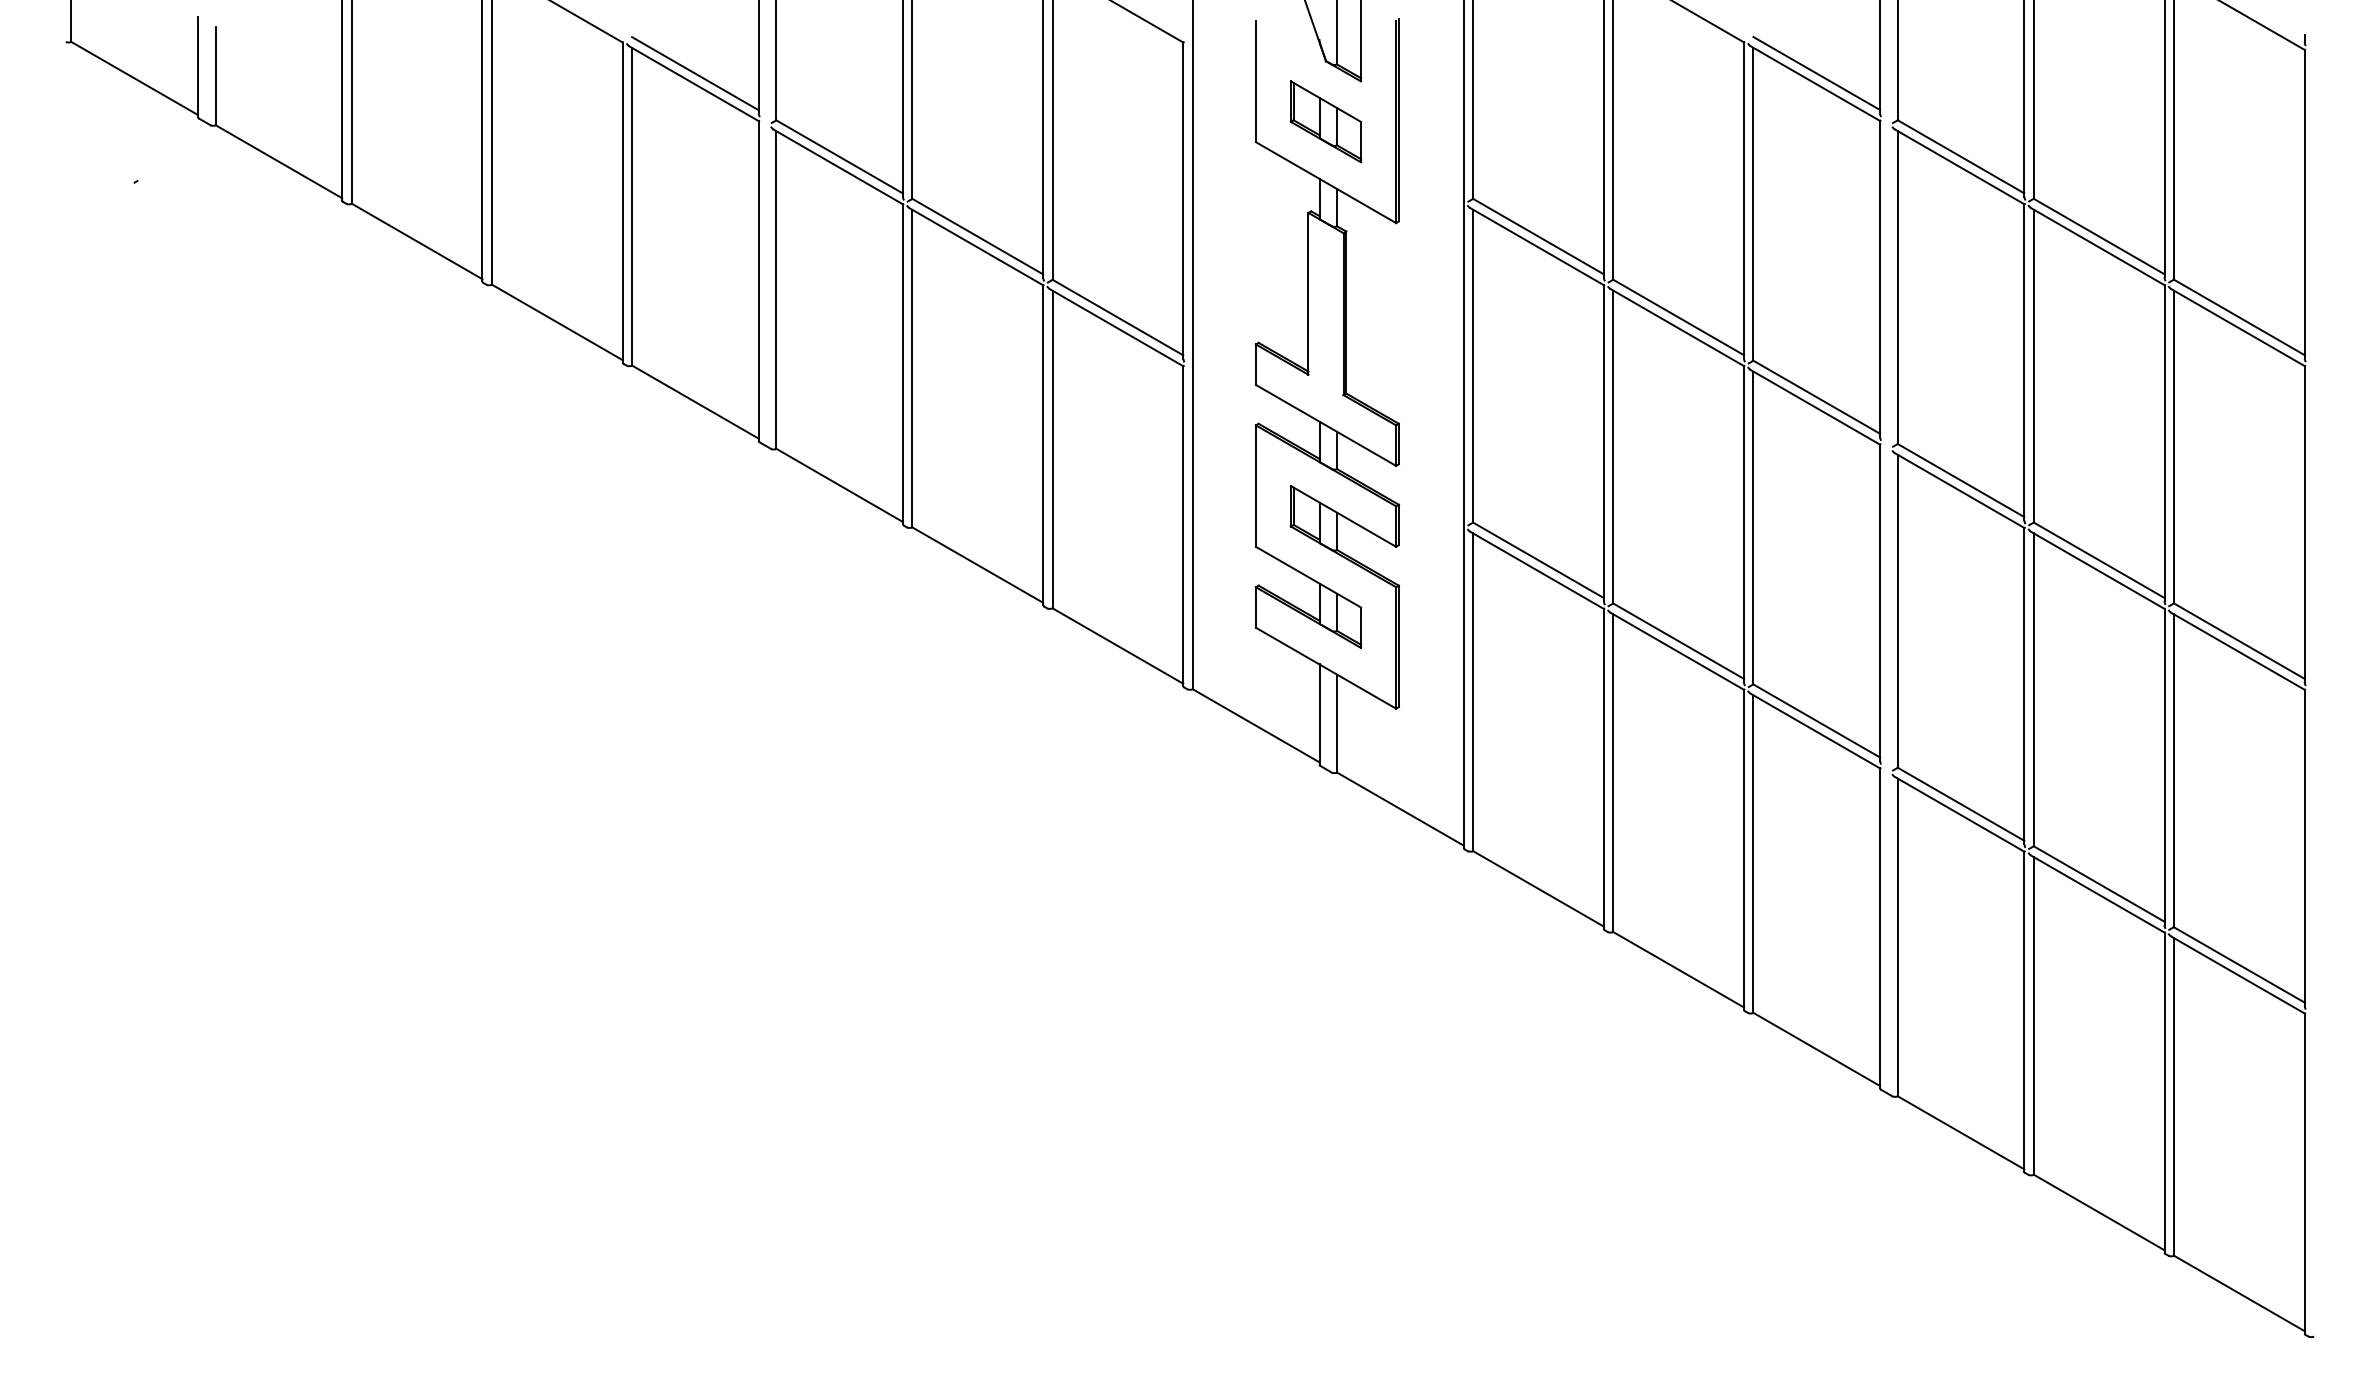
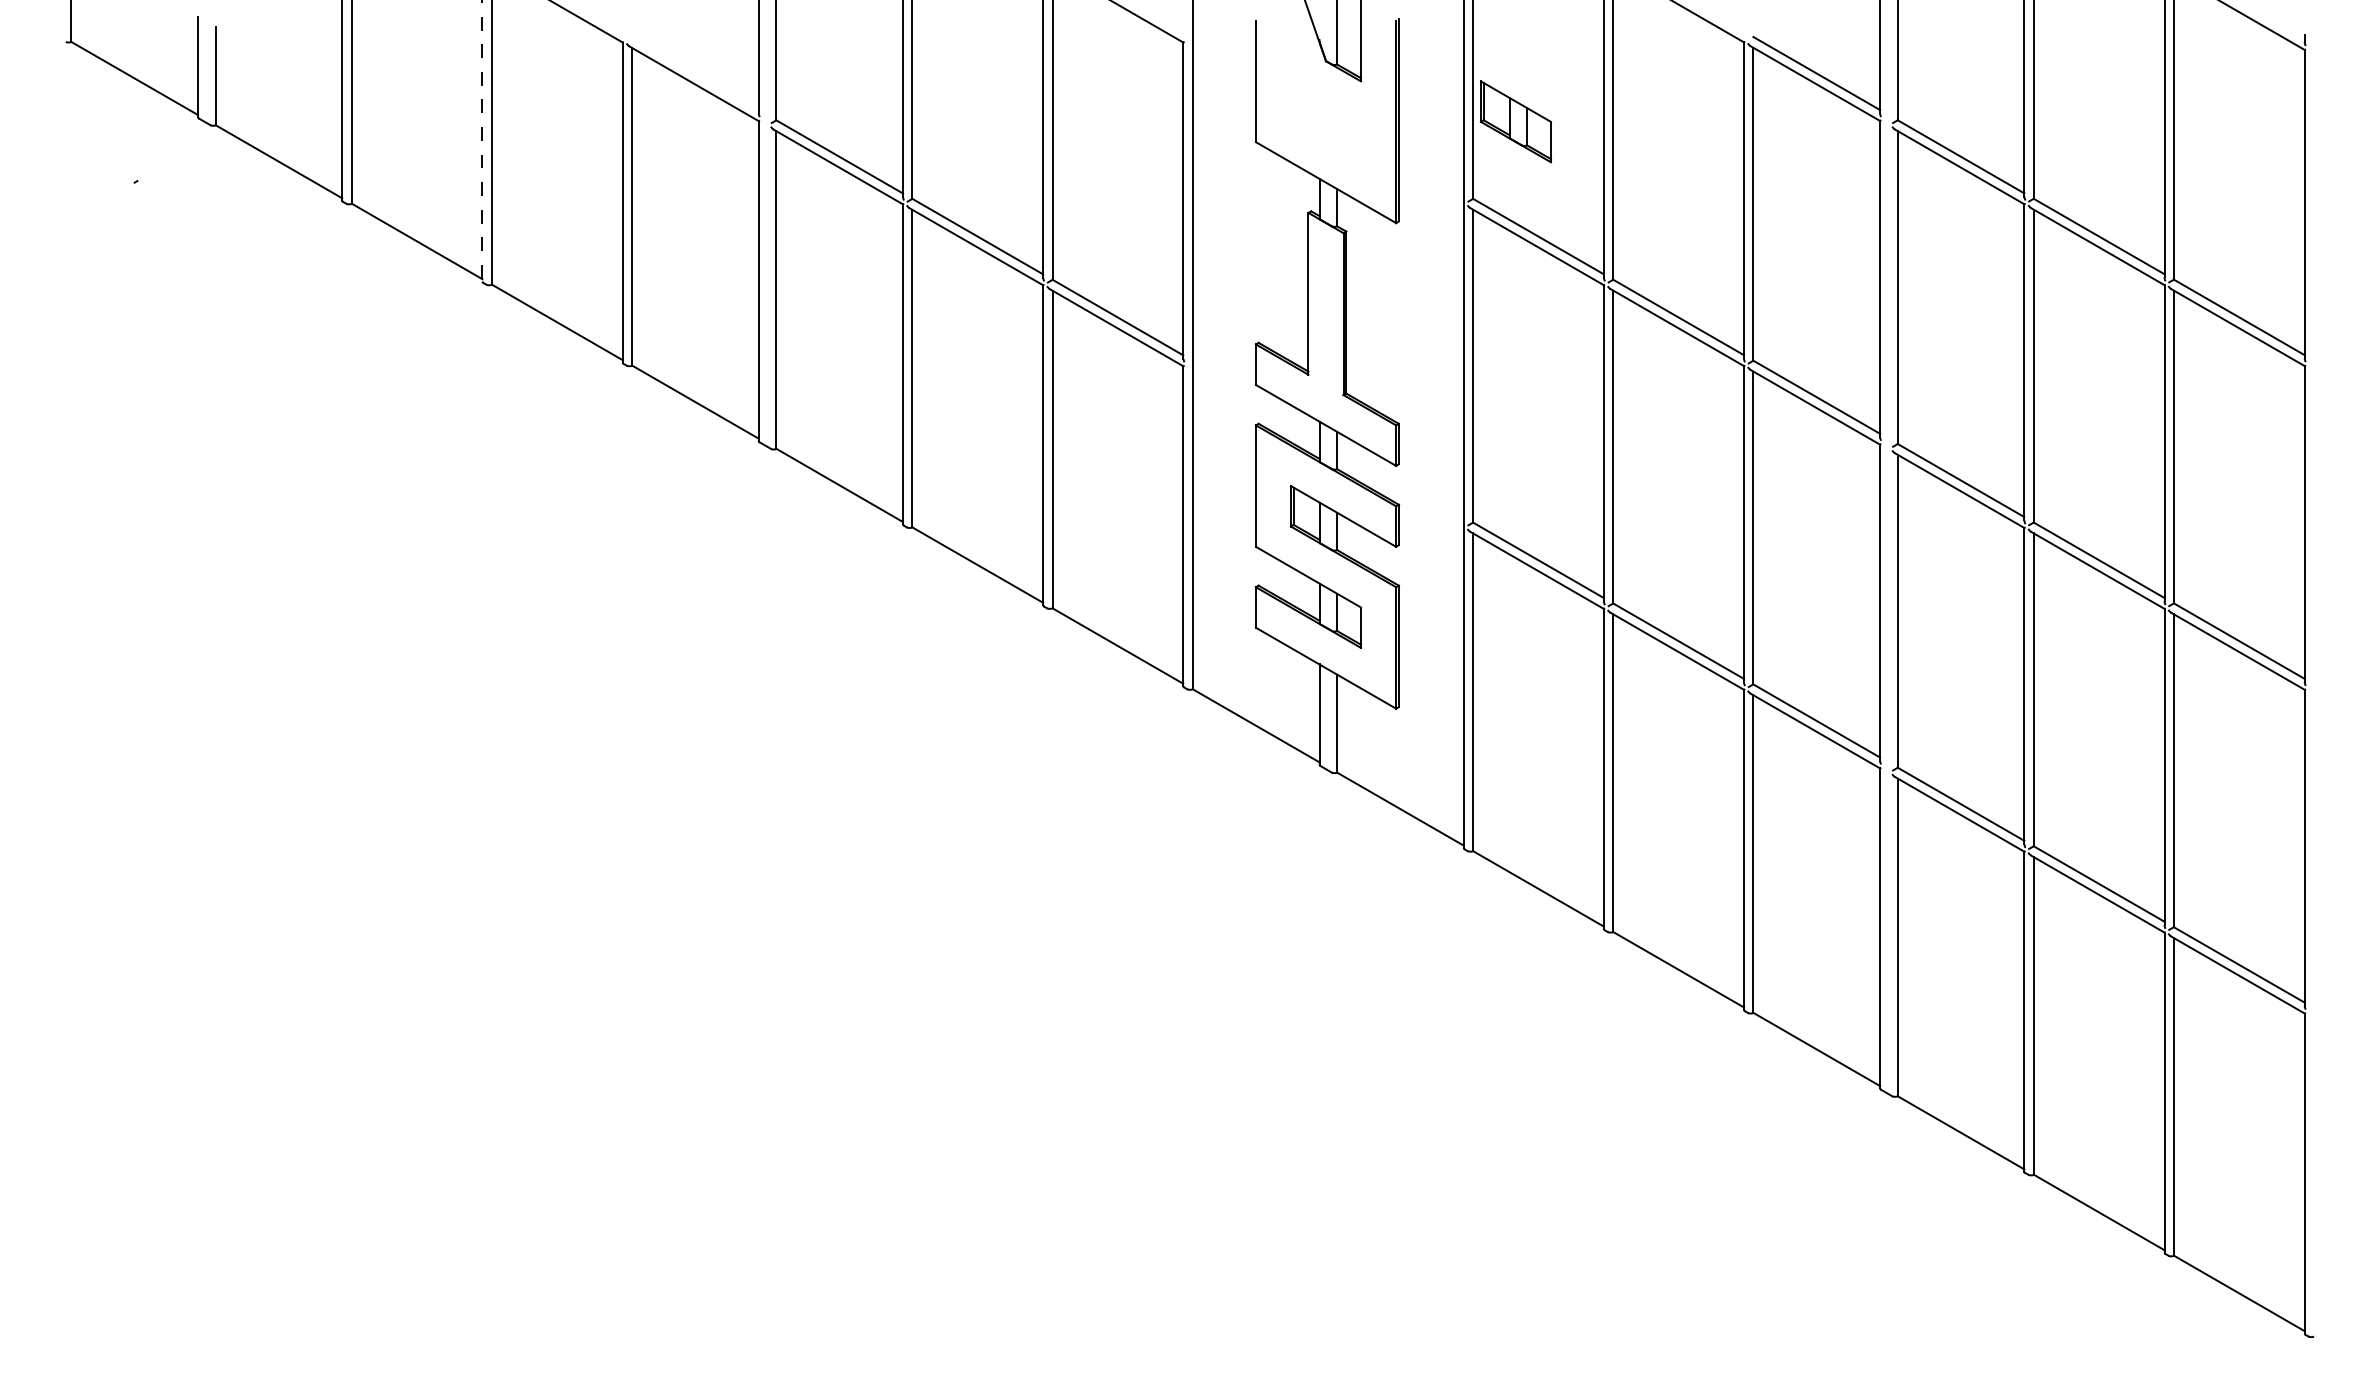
line at (695, 73): present -> none
part at (1325, 121) position: (1325, 121) -> (1515, 121)
line at (482, 141): solid -> dashed
